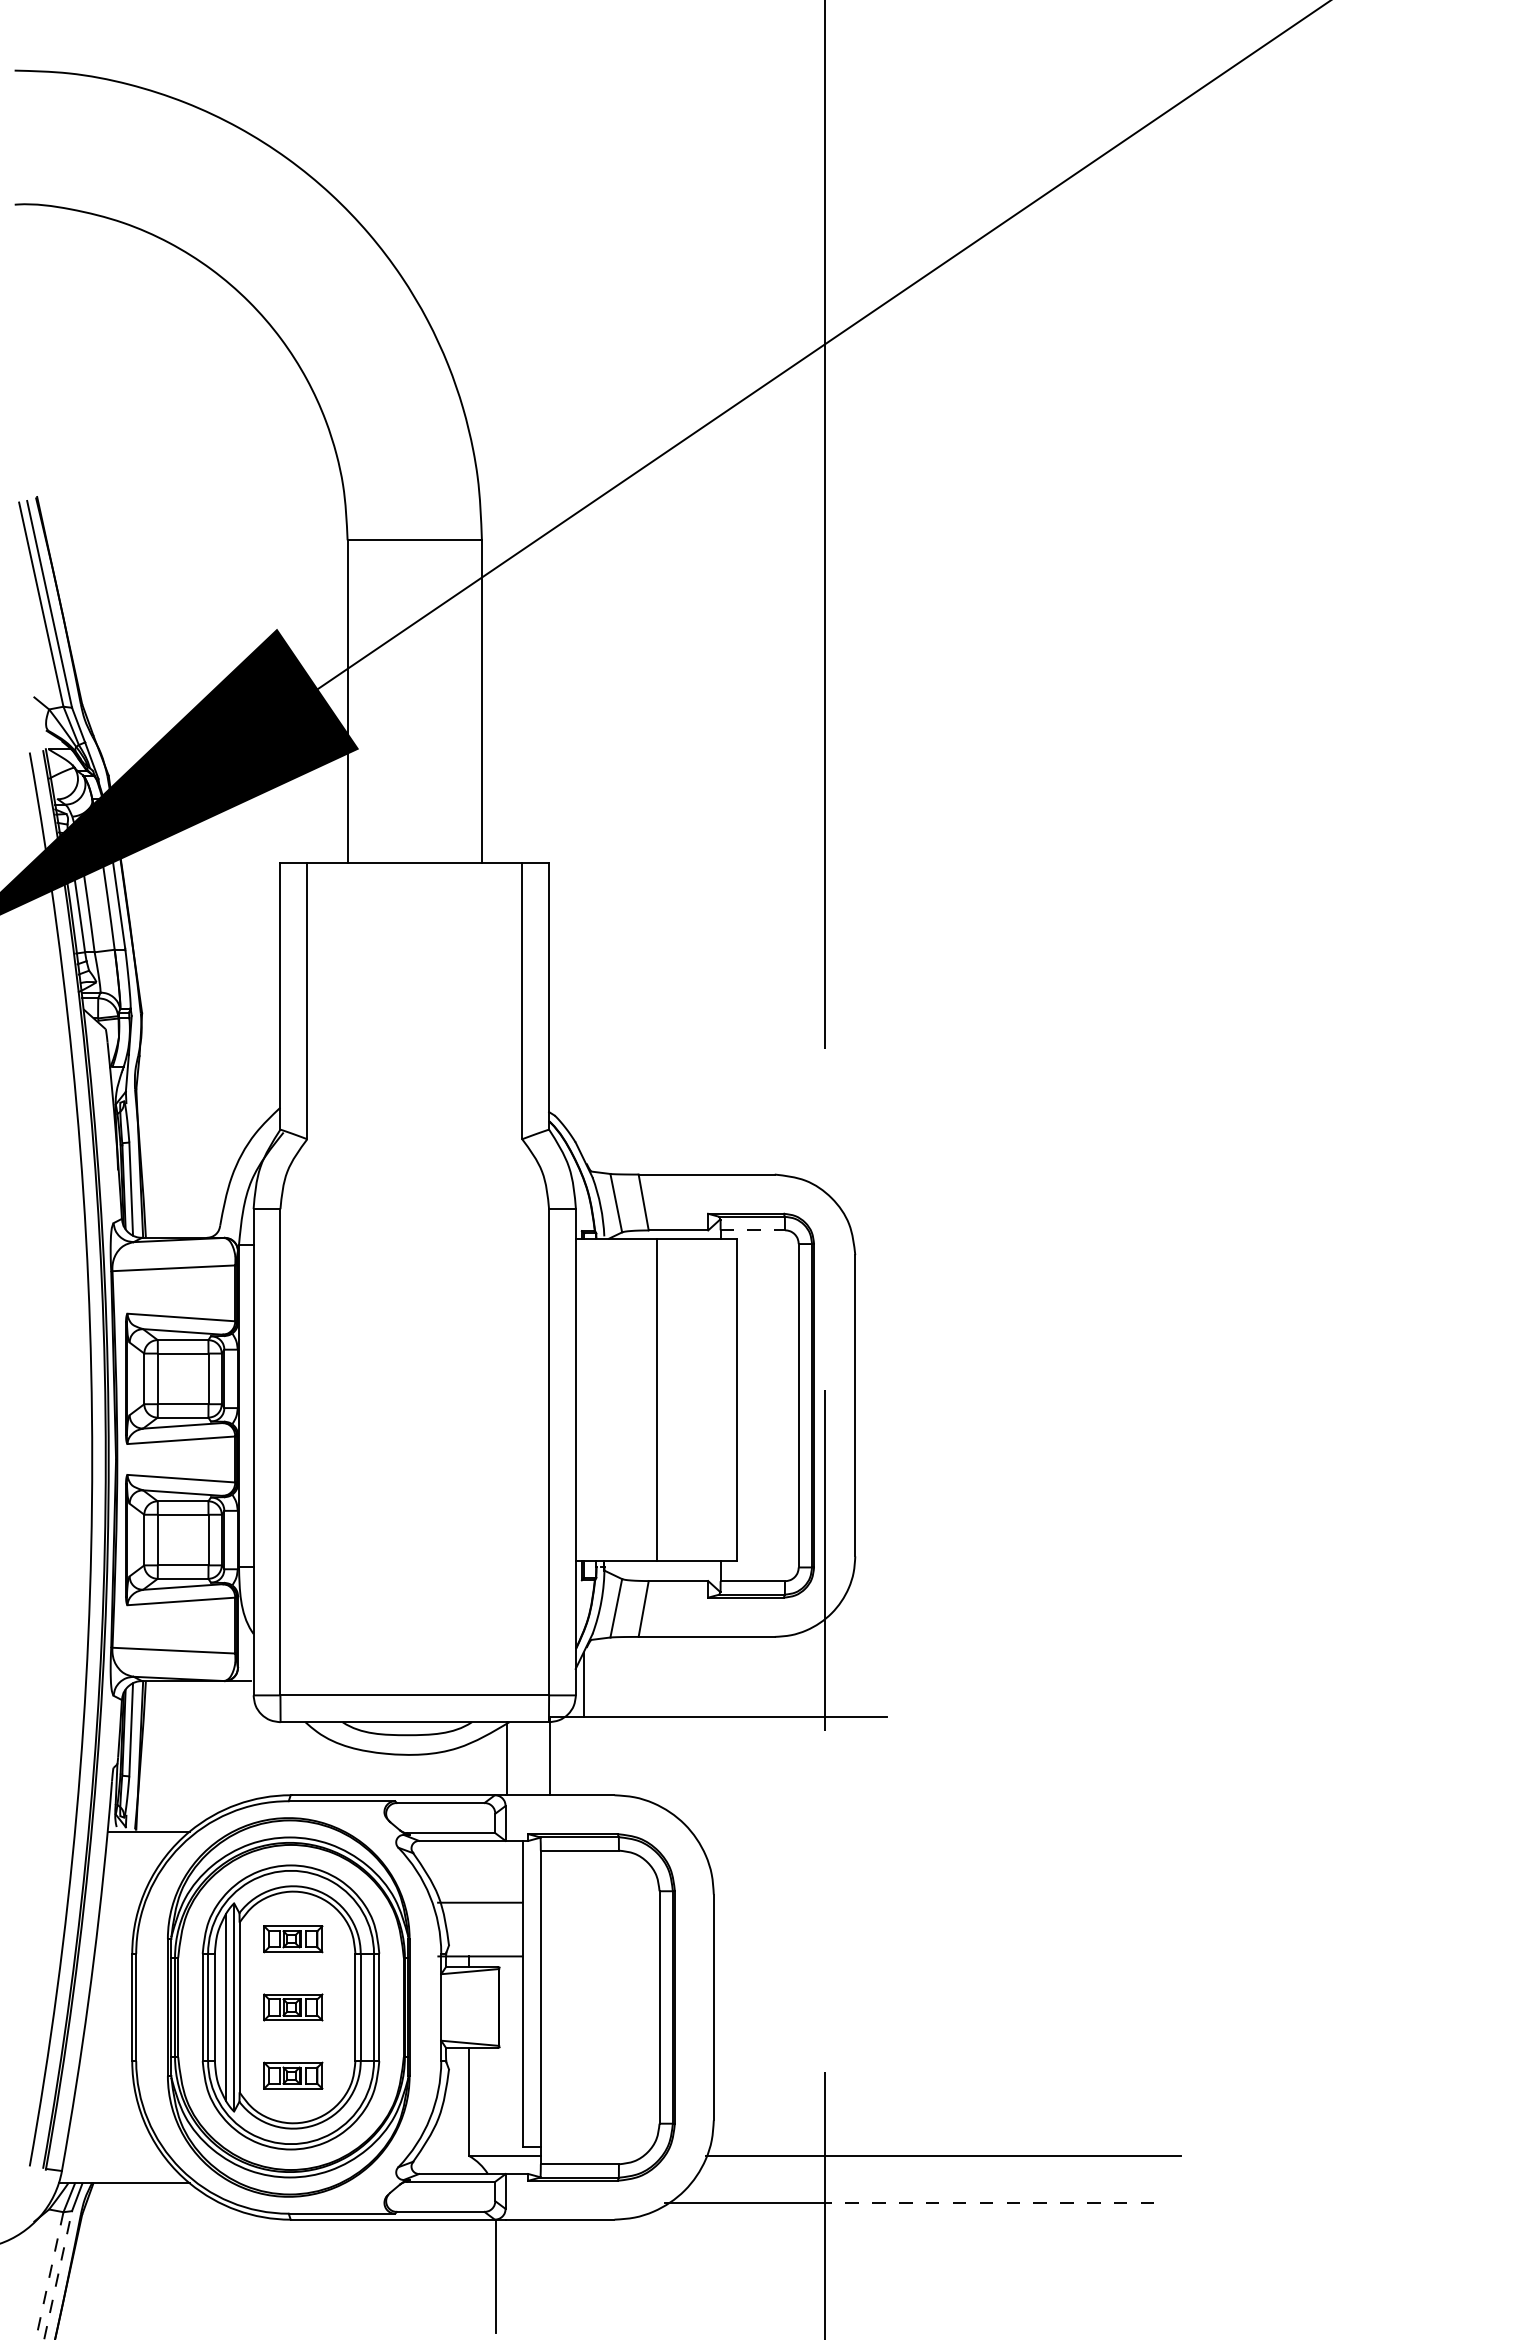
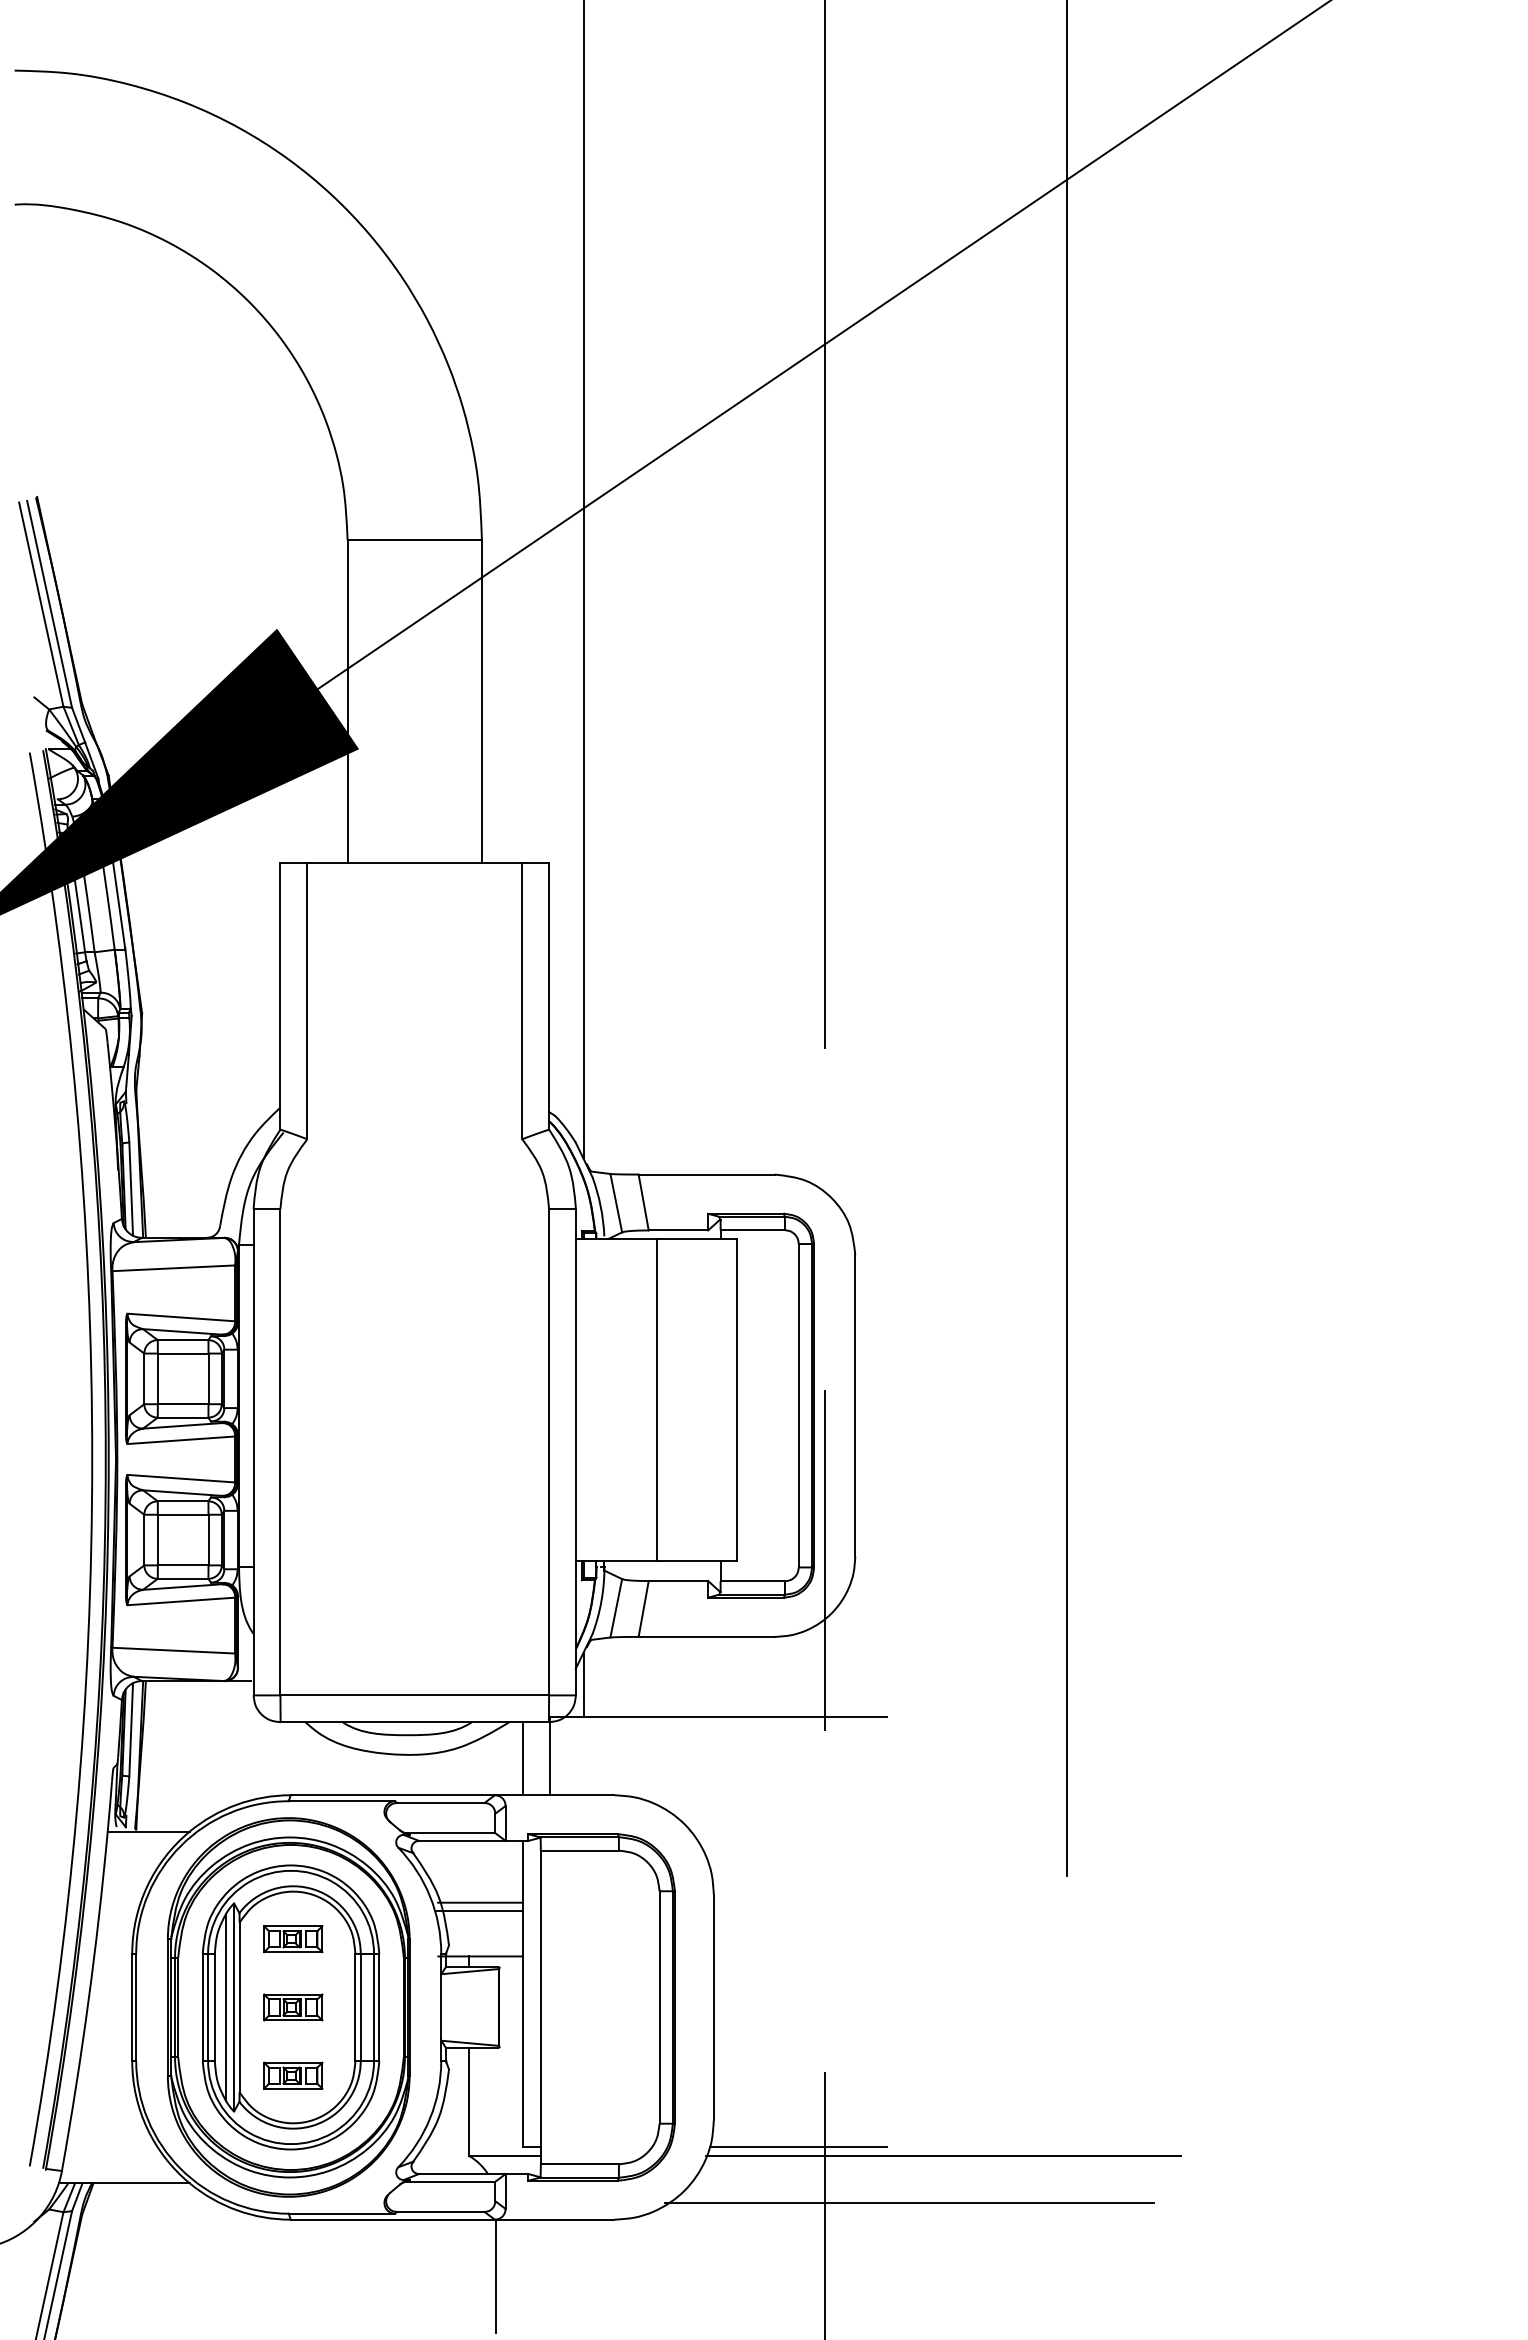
line at (583, 580): none -> present
line at (1067, 938): none -> present
line at (753, 1230): dashed -> solid
line at (507, 1758) position: (507, 1758) -> (523, 1758)
line at (480, 1910): none -> present
line at (797, 2147): none -> present
line at (989, 2202): dashed -> solid
line at (58, 2274): dashed -> solid
line at (49, 2275): dashed -> solid
